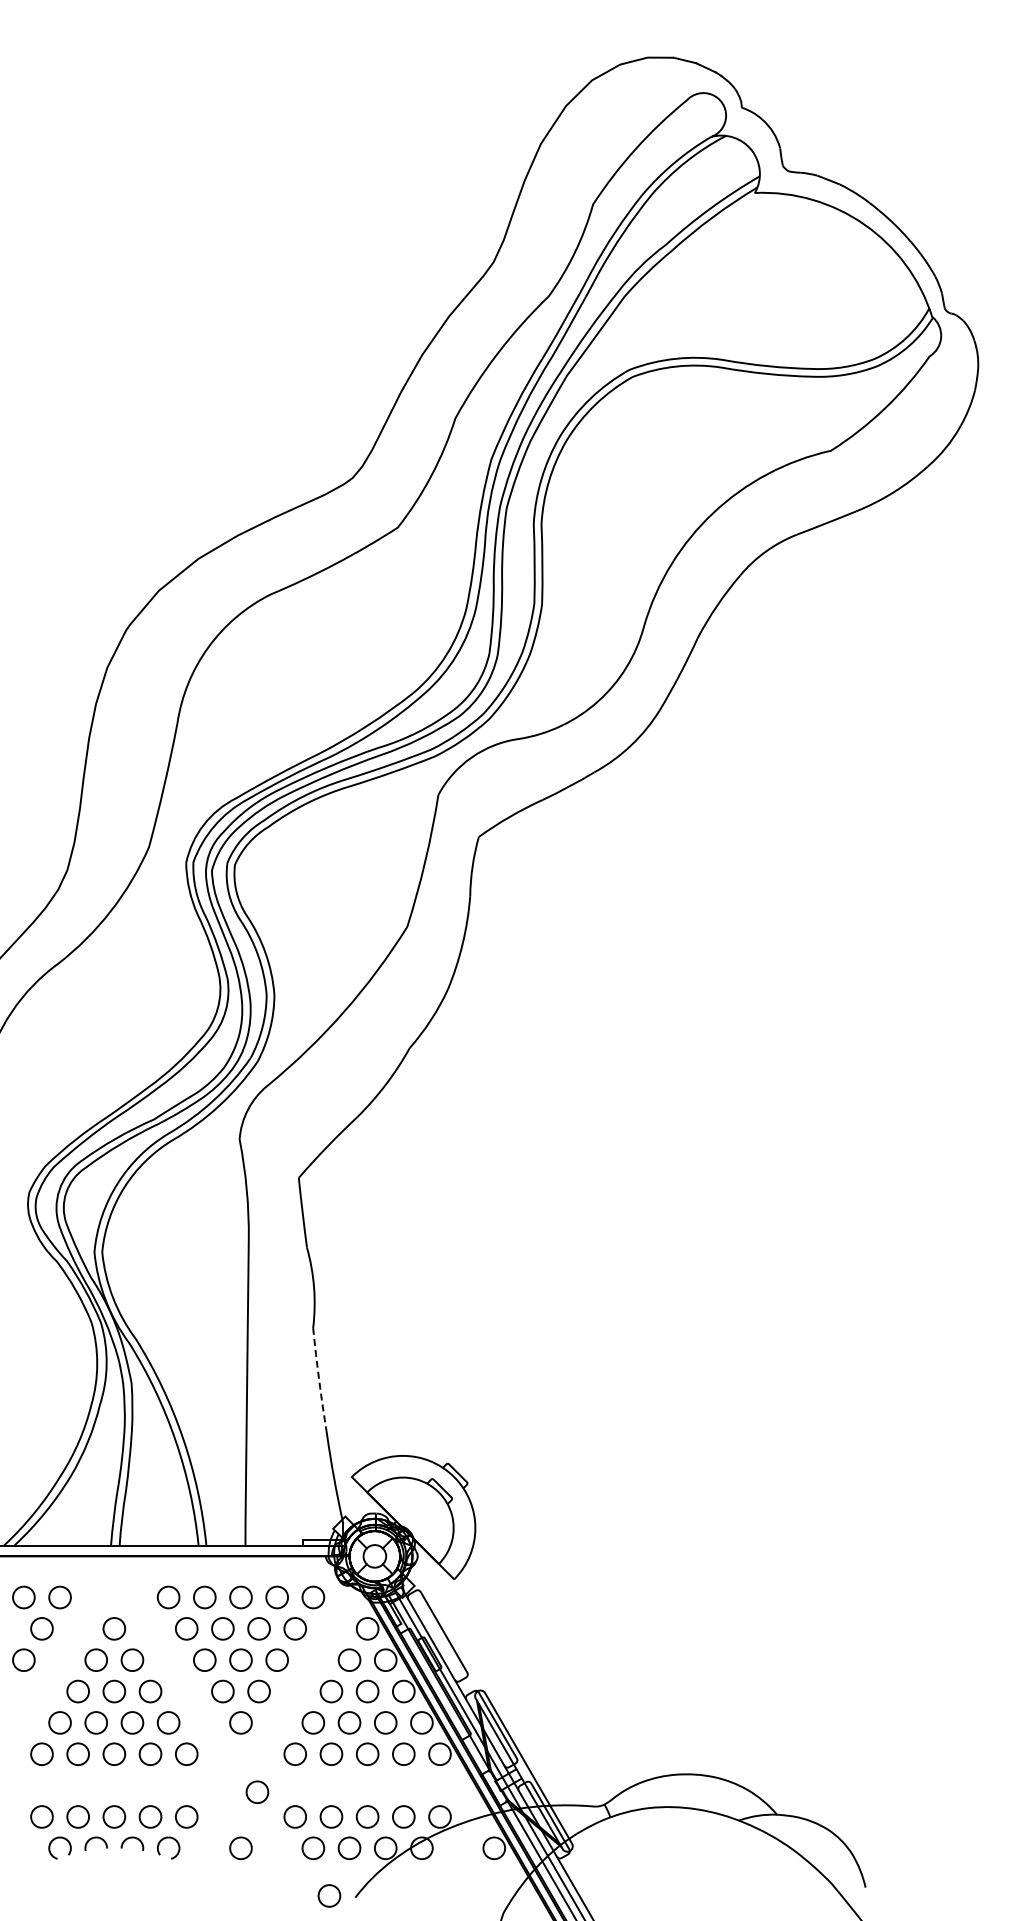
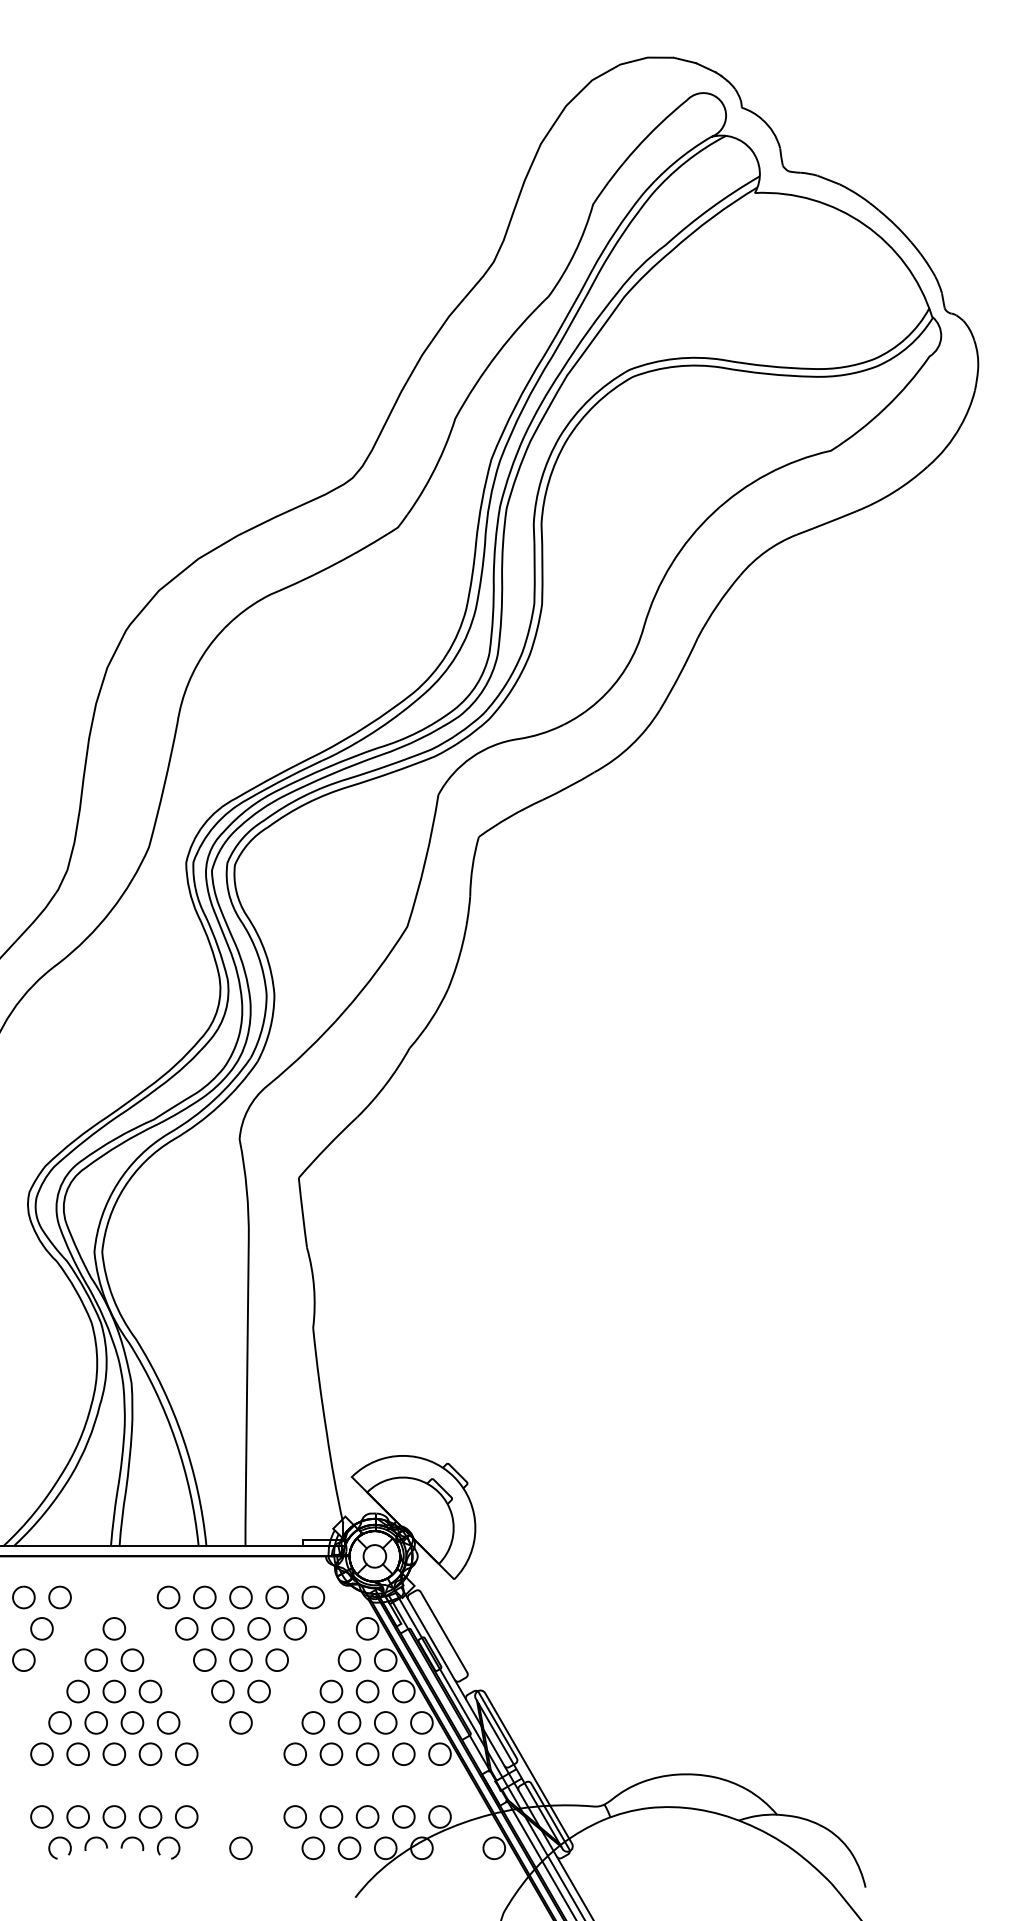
arc at (319, 1380): dashed -> solid
circle at (257, 1791): present -> none
circle at (329, 1895): present -> none
